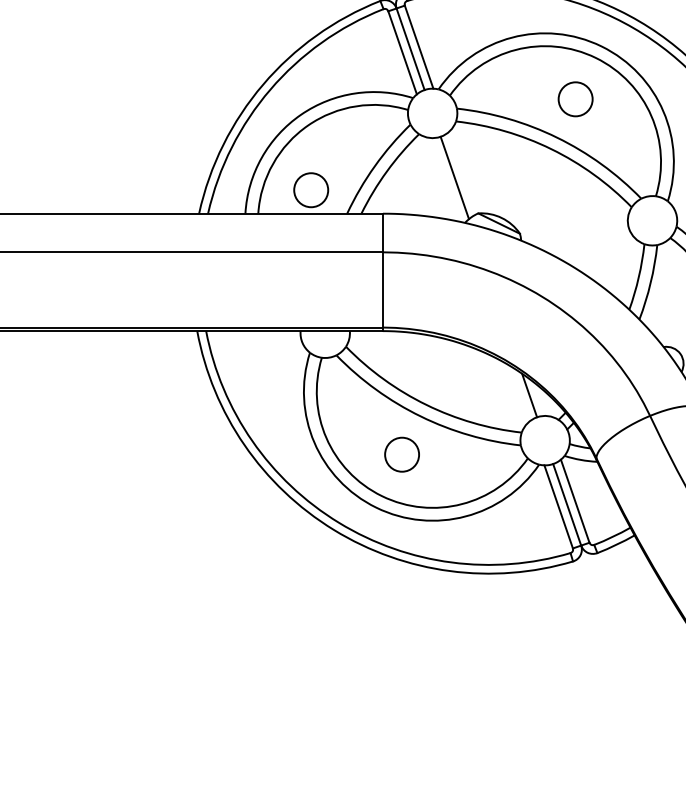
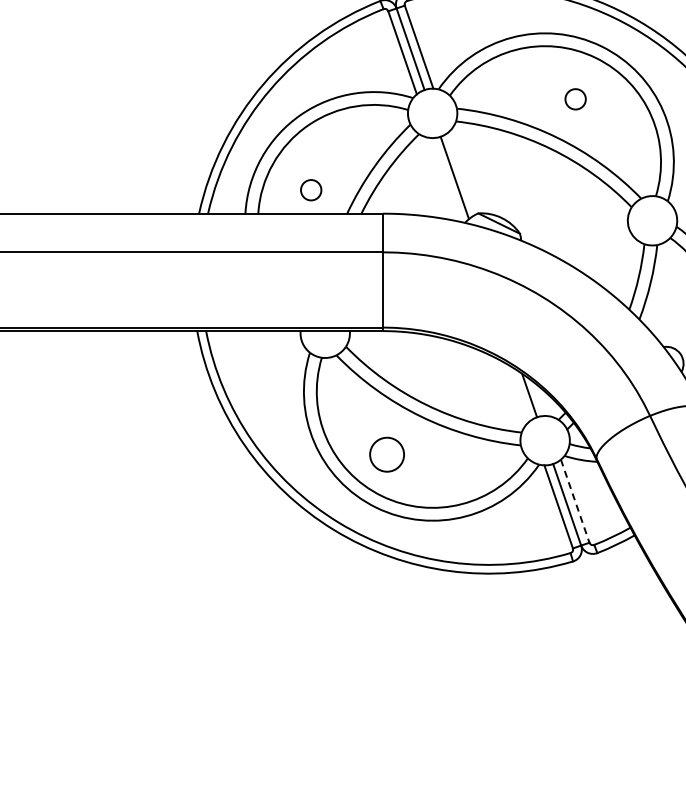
circle at (575, 99) diameter: 34 px -> 20 px
circle at (311, 190) diameter: 34 px -> 20 px
circle at (401, 454) position: (401, 454) -> (386, 454)
line at (575, 501): solid -> dashed
